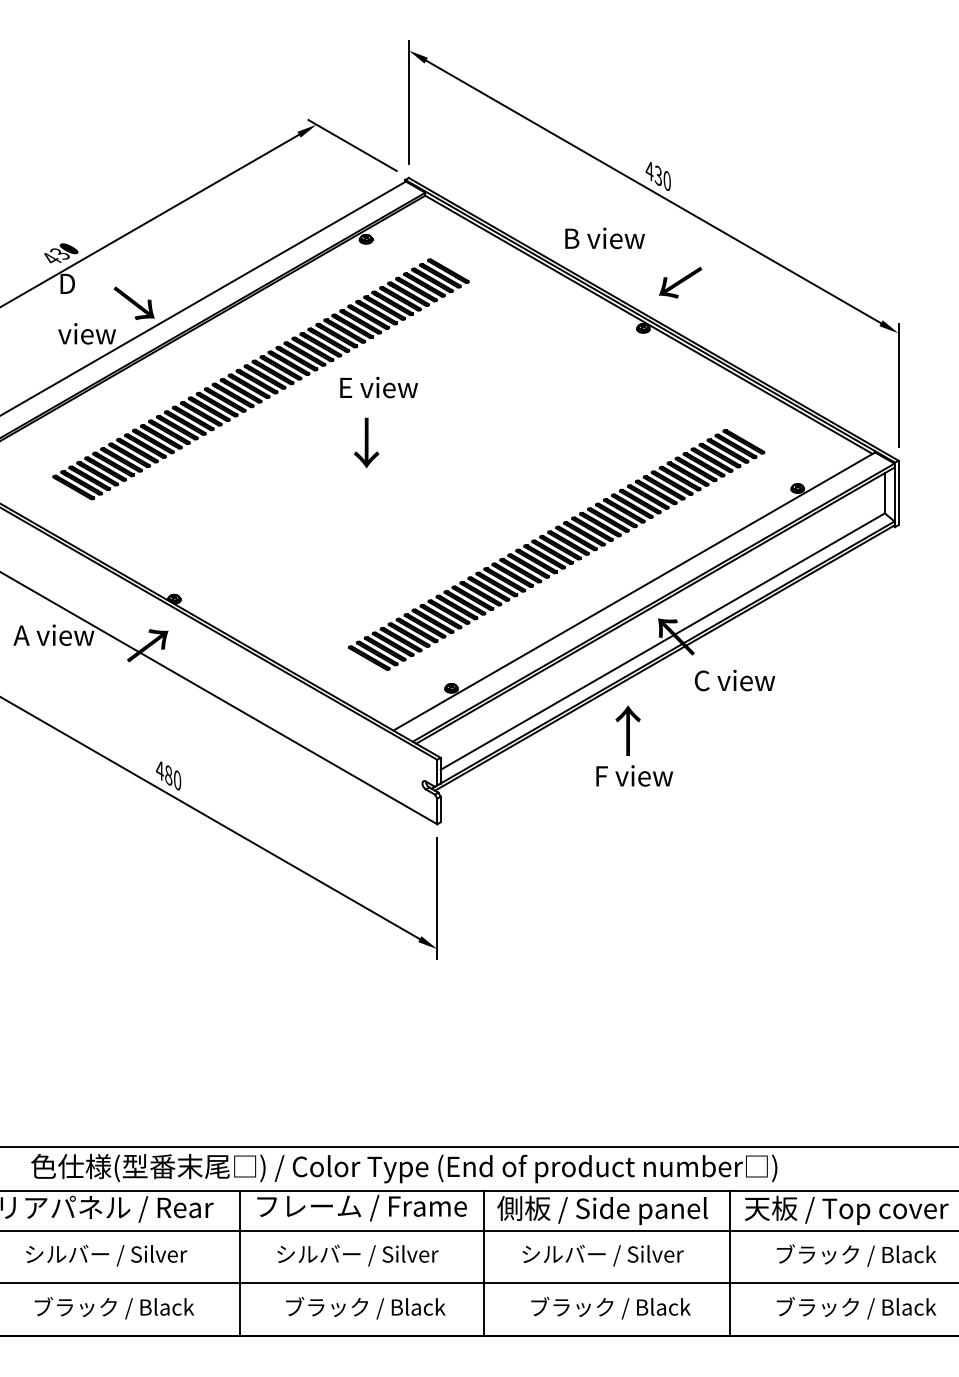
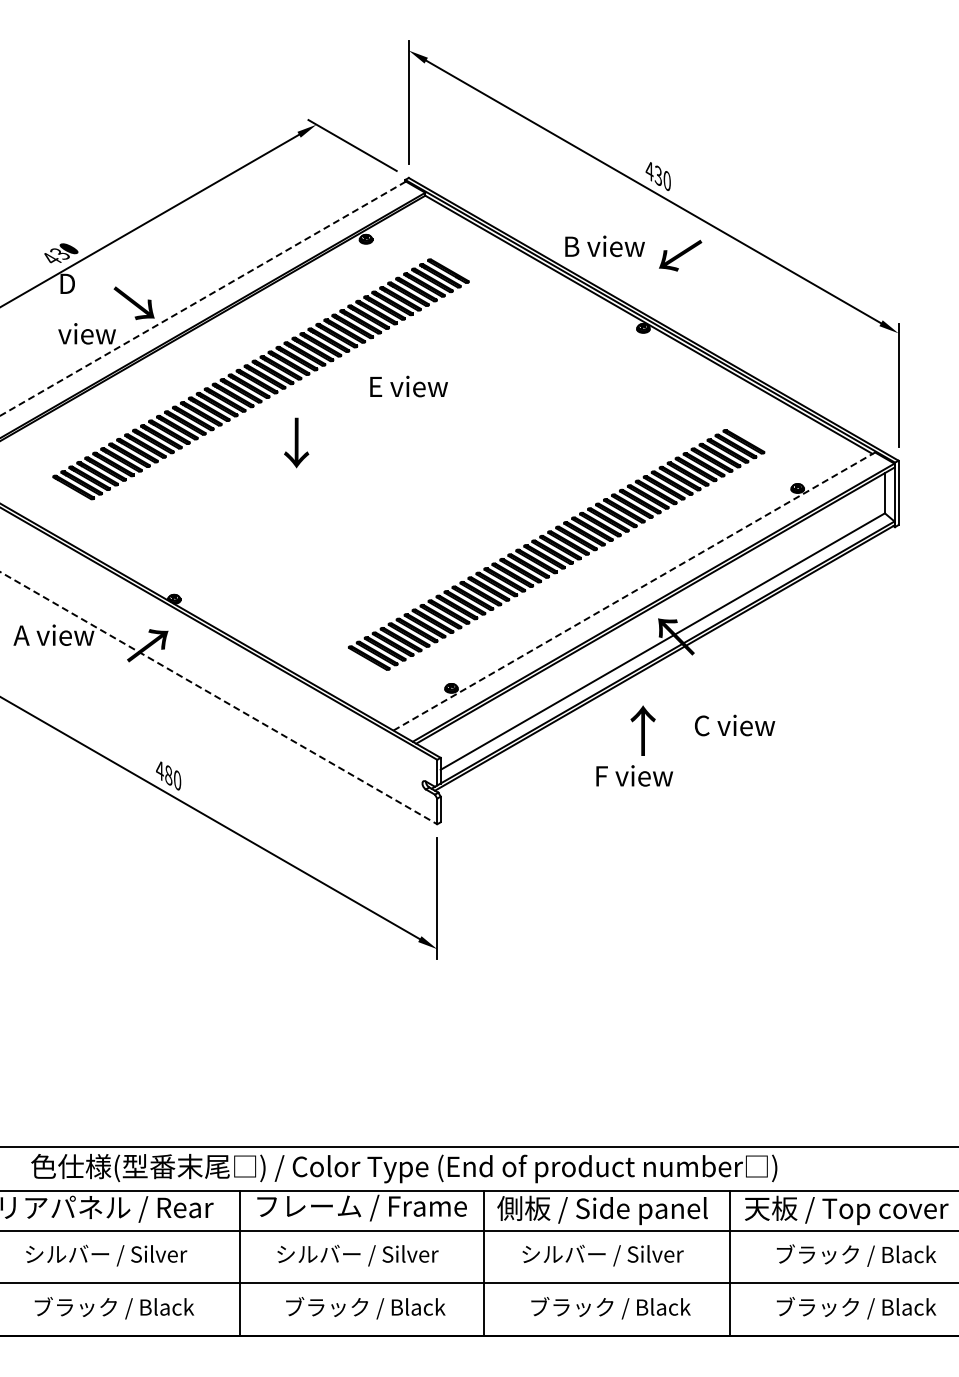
text at (604, 238) position: (604, 238) -> (604, 246)
text at (680, 282) position: (680, 282) -> (680, 255)
line at (202, 298): solid -> dashed
text at (378, 387) position: (378, 387) -> (408, 386)
text at (366, 442) position: (366, 442) -> (296, 442)
line at (634, 591): solid -> dashed
text at (735, 680) position: (735, 680) -> (735, 725)
line at (219, 698): solid -> dashed
text at (627, 730) position: (627, 730) -> (642, 730)
